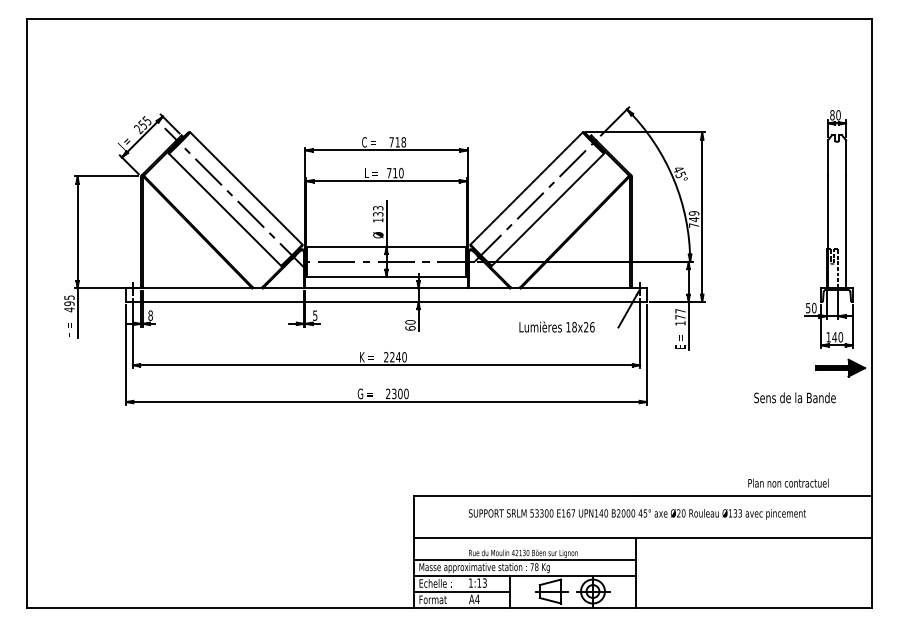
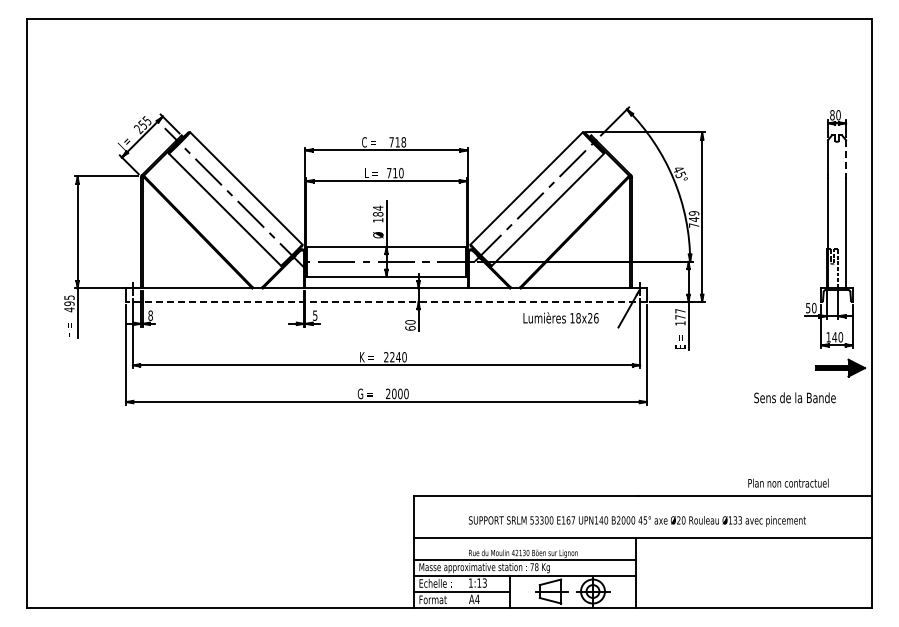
line at (846, 158): solid -> dashed
text at (378, 210): 133 -> 184
line at (386, 301): solid -> dashed
text at (556, 326) position: (556, 326) -> (560, 317)
text at (394, 393): 2300 -> 2000
text at (636, 514) position: (636, 514) -> (636, 521)
